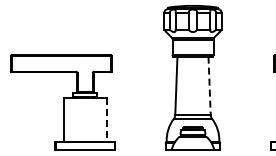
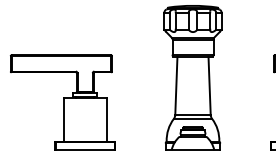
line at (209, 86): dashed -> solid
line at (106, 120): dashed -> solid
